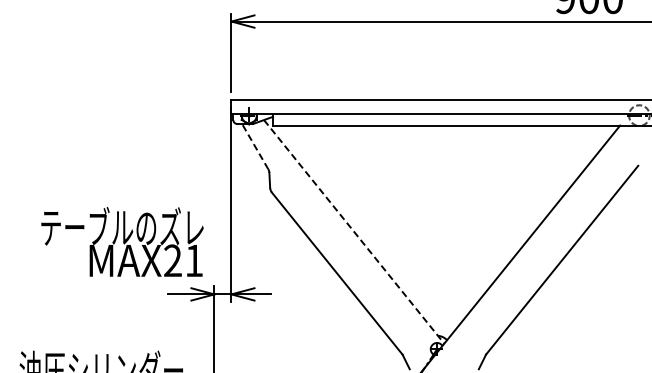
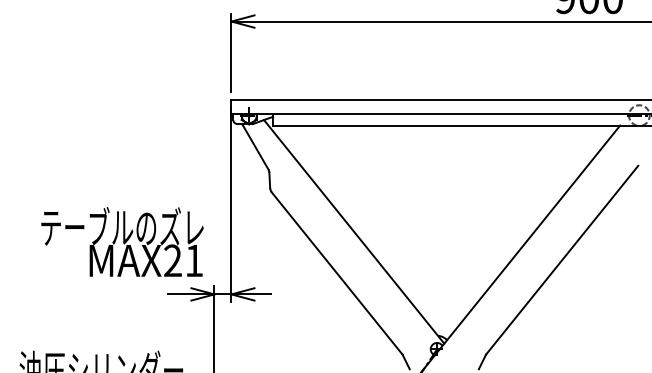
line at (254, 146): dashed -> solid
line at (354, 231): dashed -> solid
